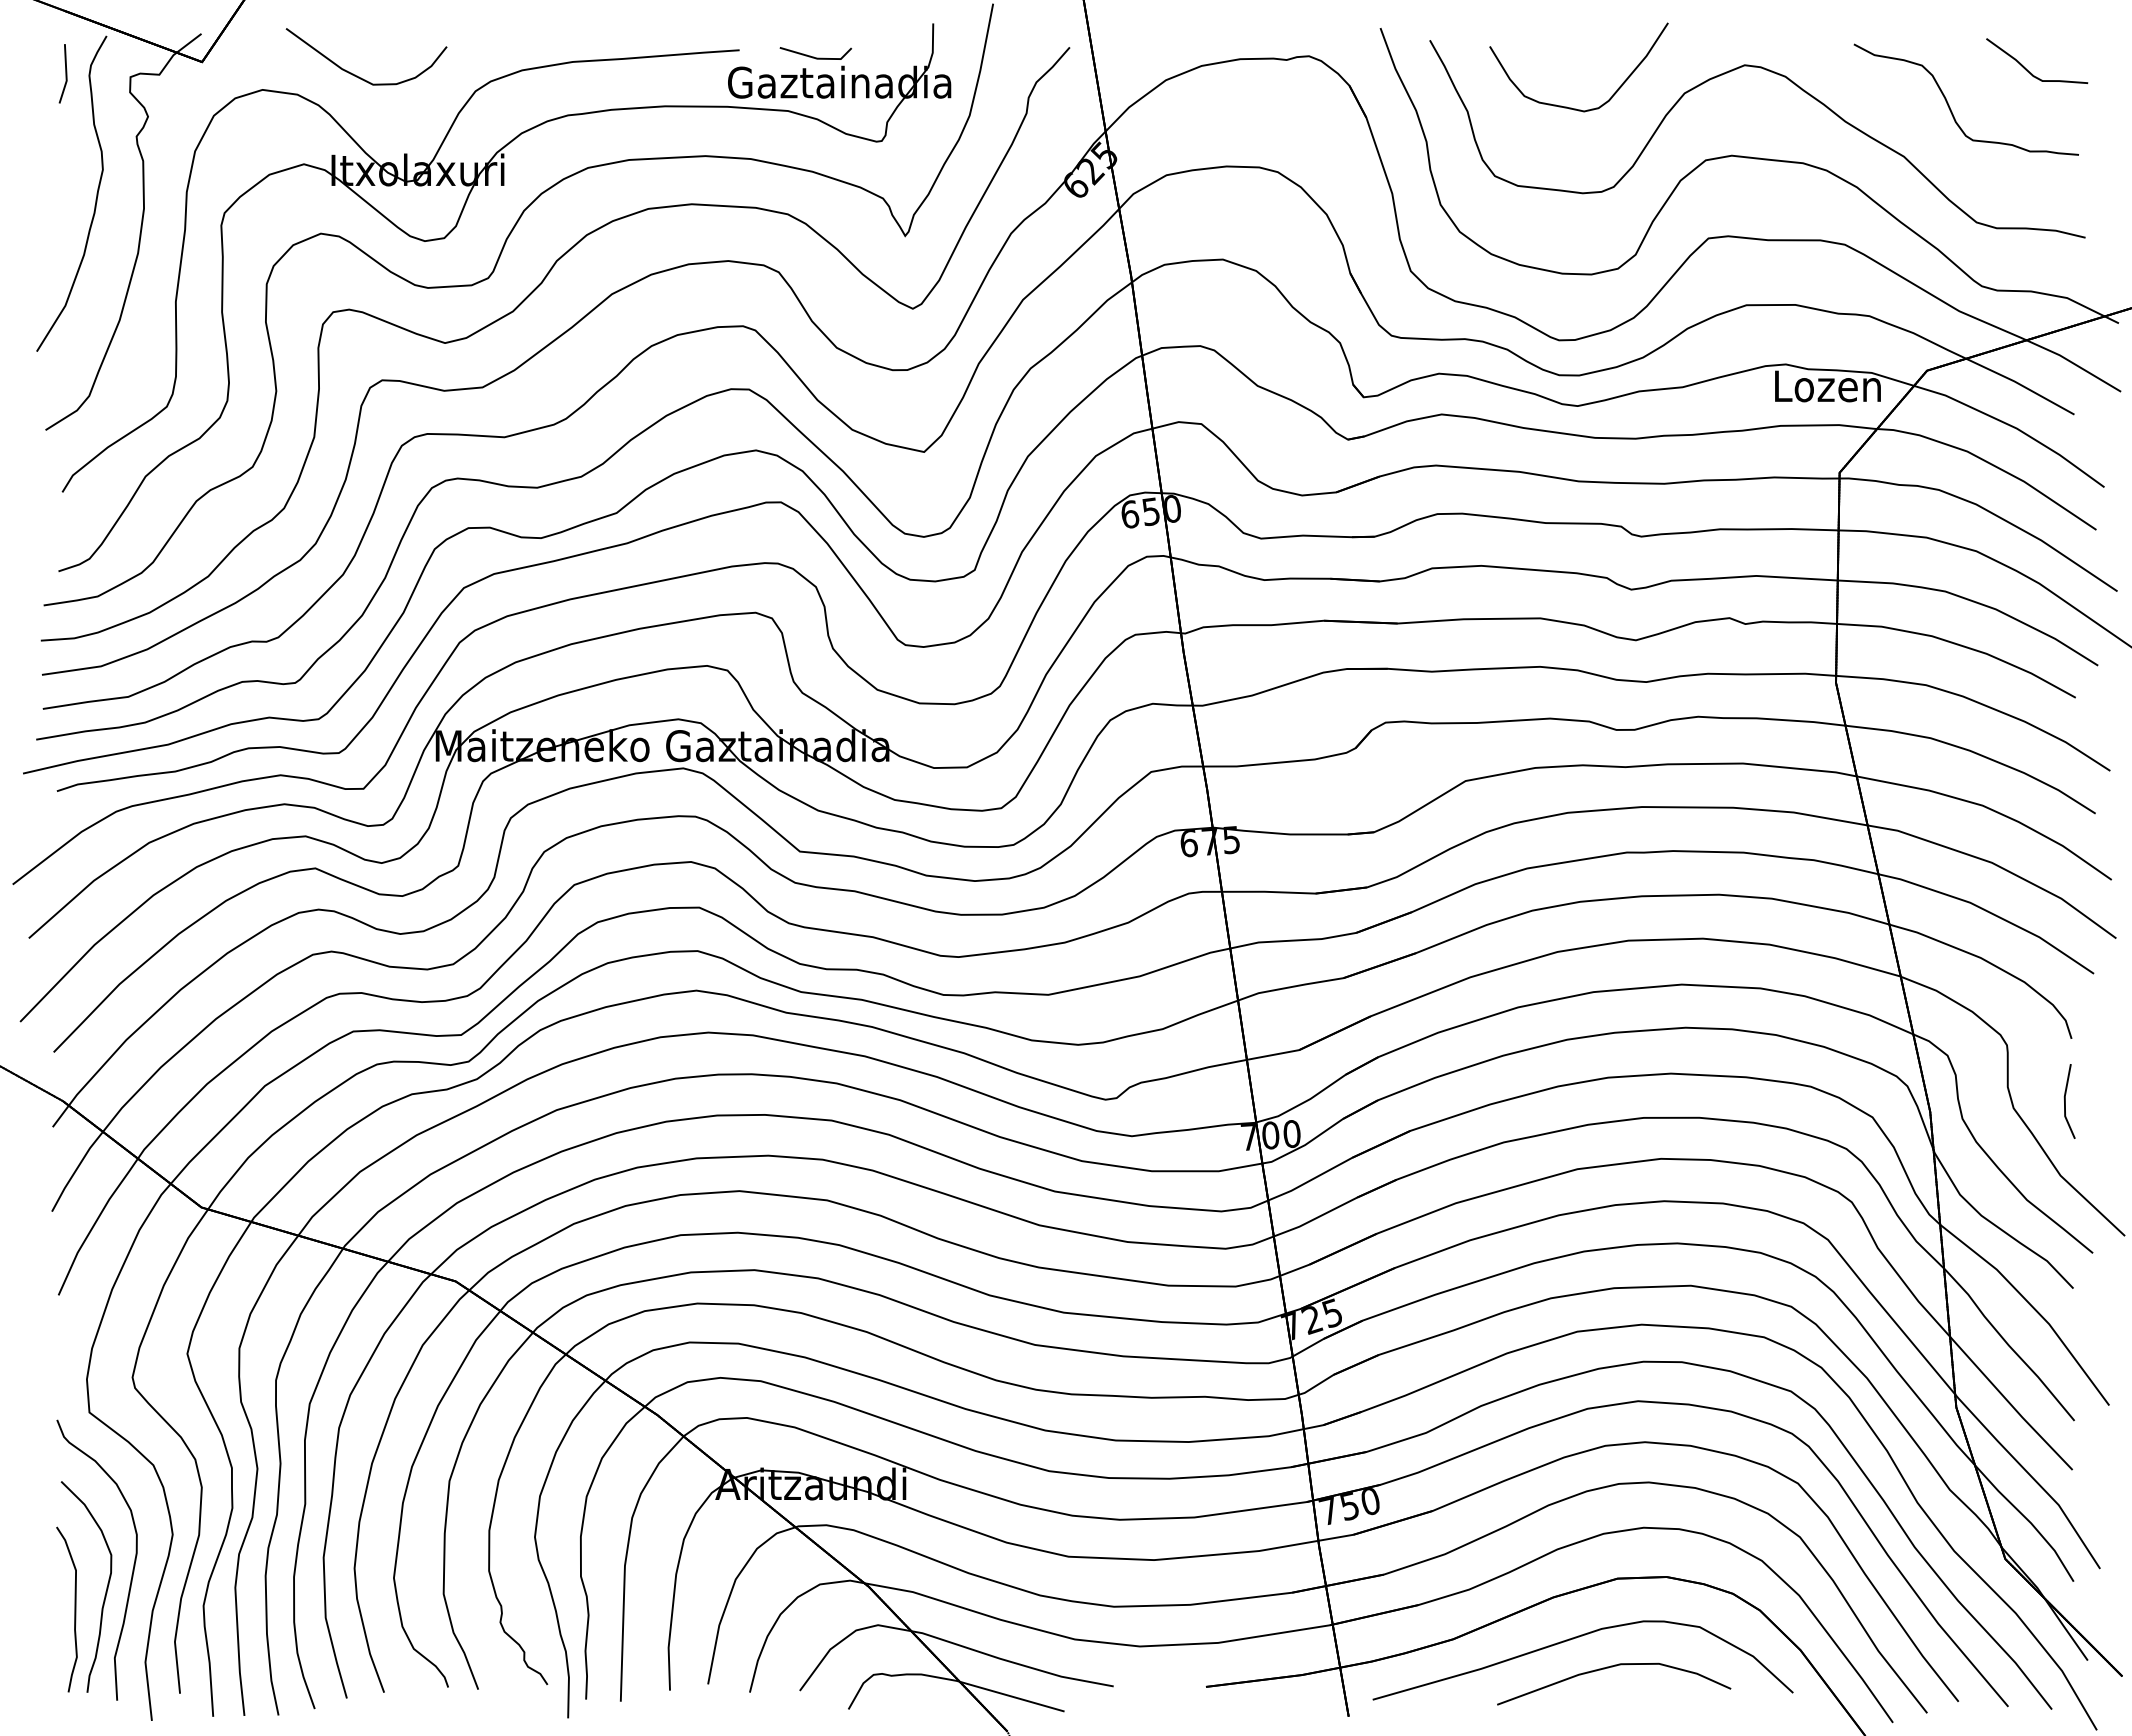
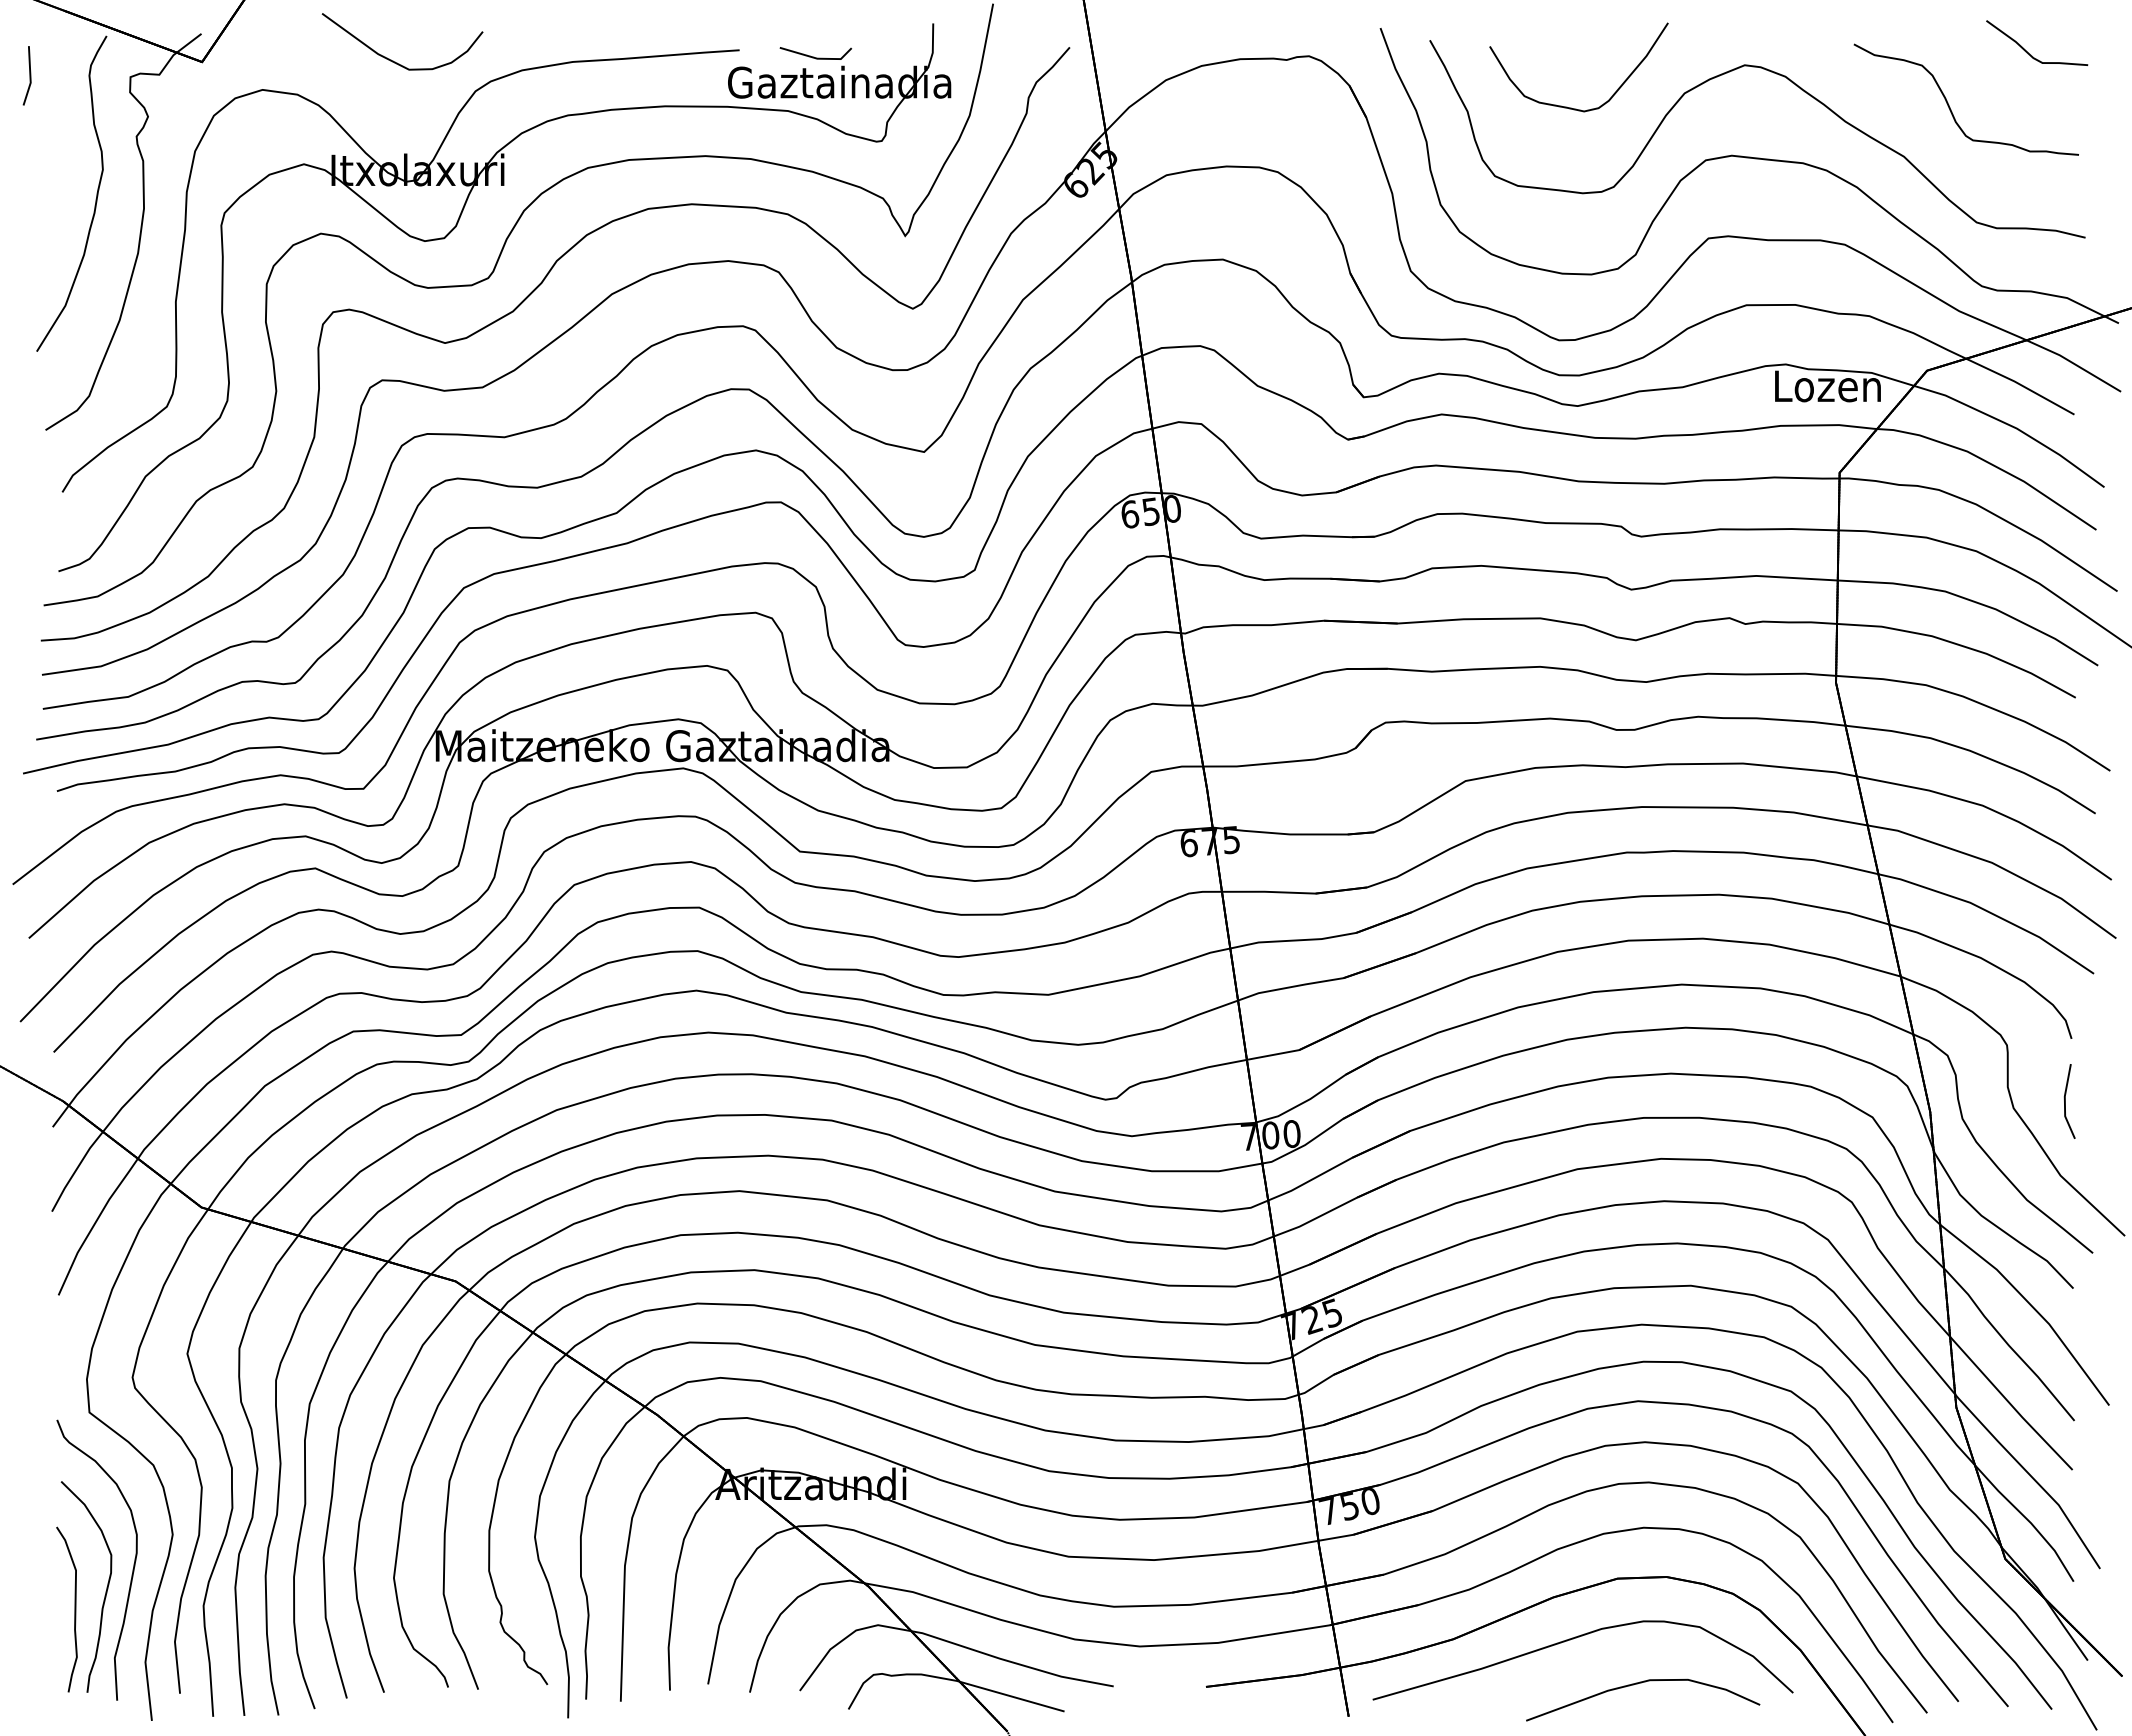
curve at (2027, 69) position: (2027, 69) -> (2027, 51)
line at (65, 73) position: (65, 73) -> (29, 75)
curve at (357, 75) position: (357, 75) -> (393, 60)
curve at (1612, 1667) position: (1612, 1667) -> (1641, 1683)
